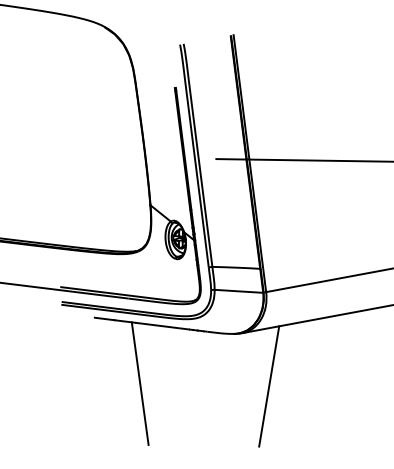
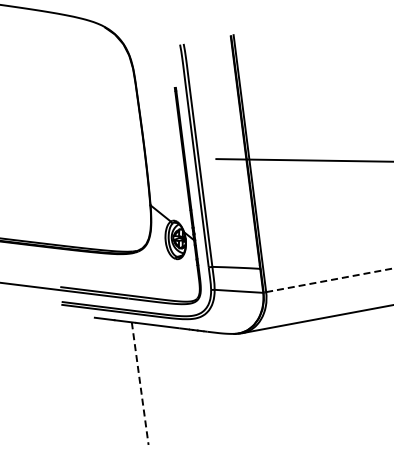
line at (330, 280): solid -> dashed
line at (140, 383): solid -> dashed
line at (269, 386): present -> none
